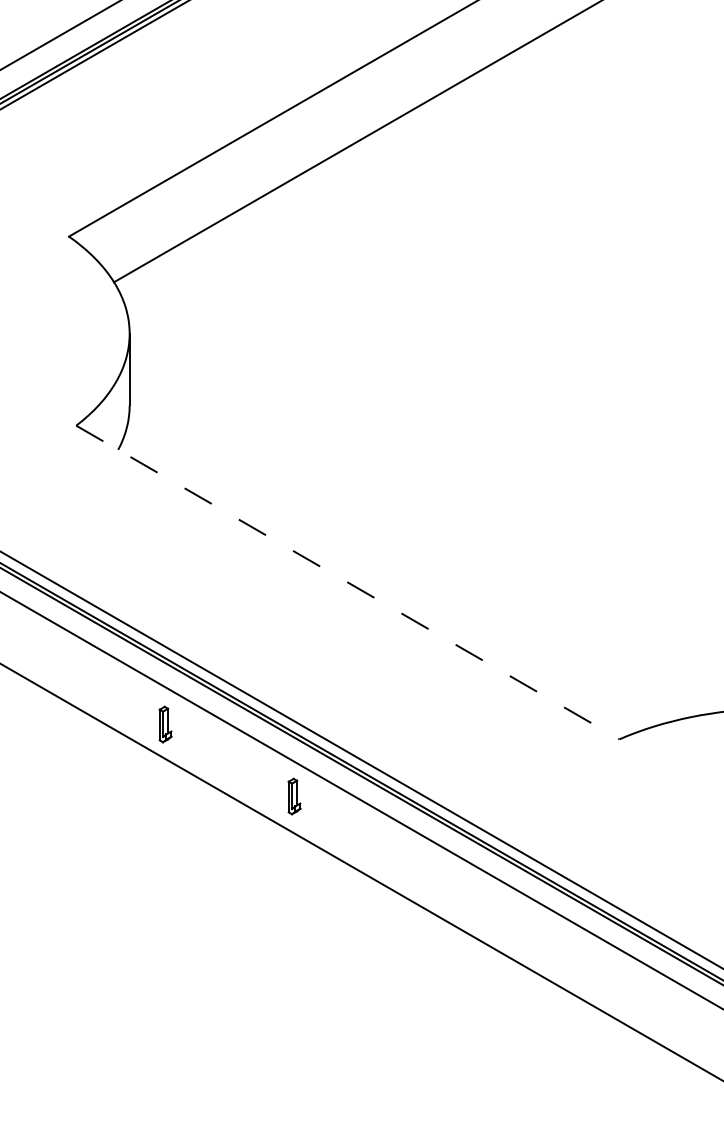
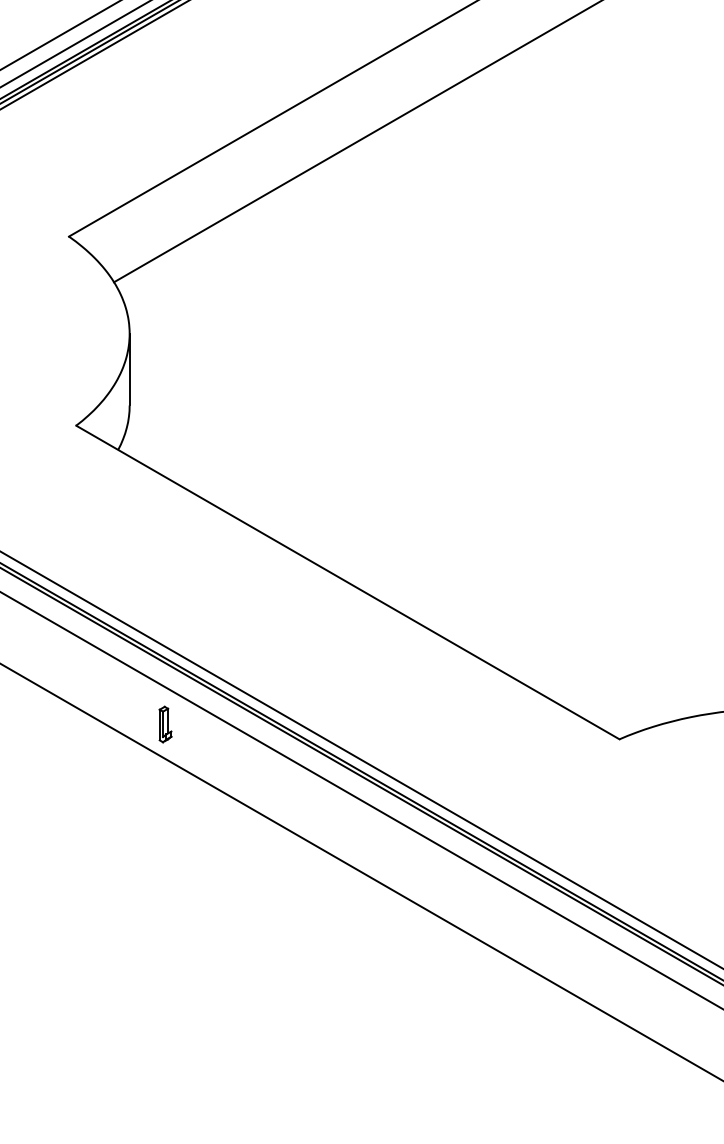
line at (75, 44): none -> present
line at (347, 582): dashed -> solid
part at (294, 796): present -> none
